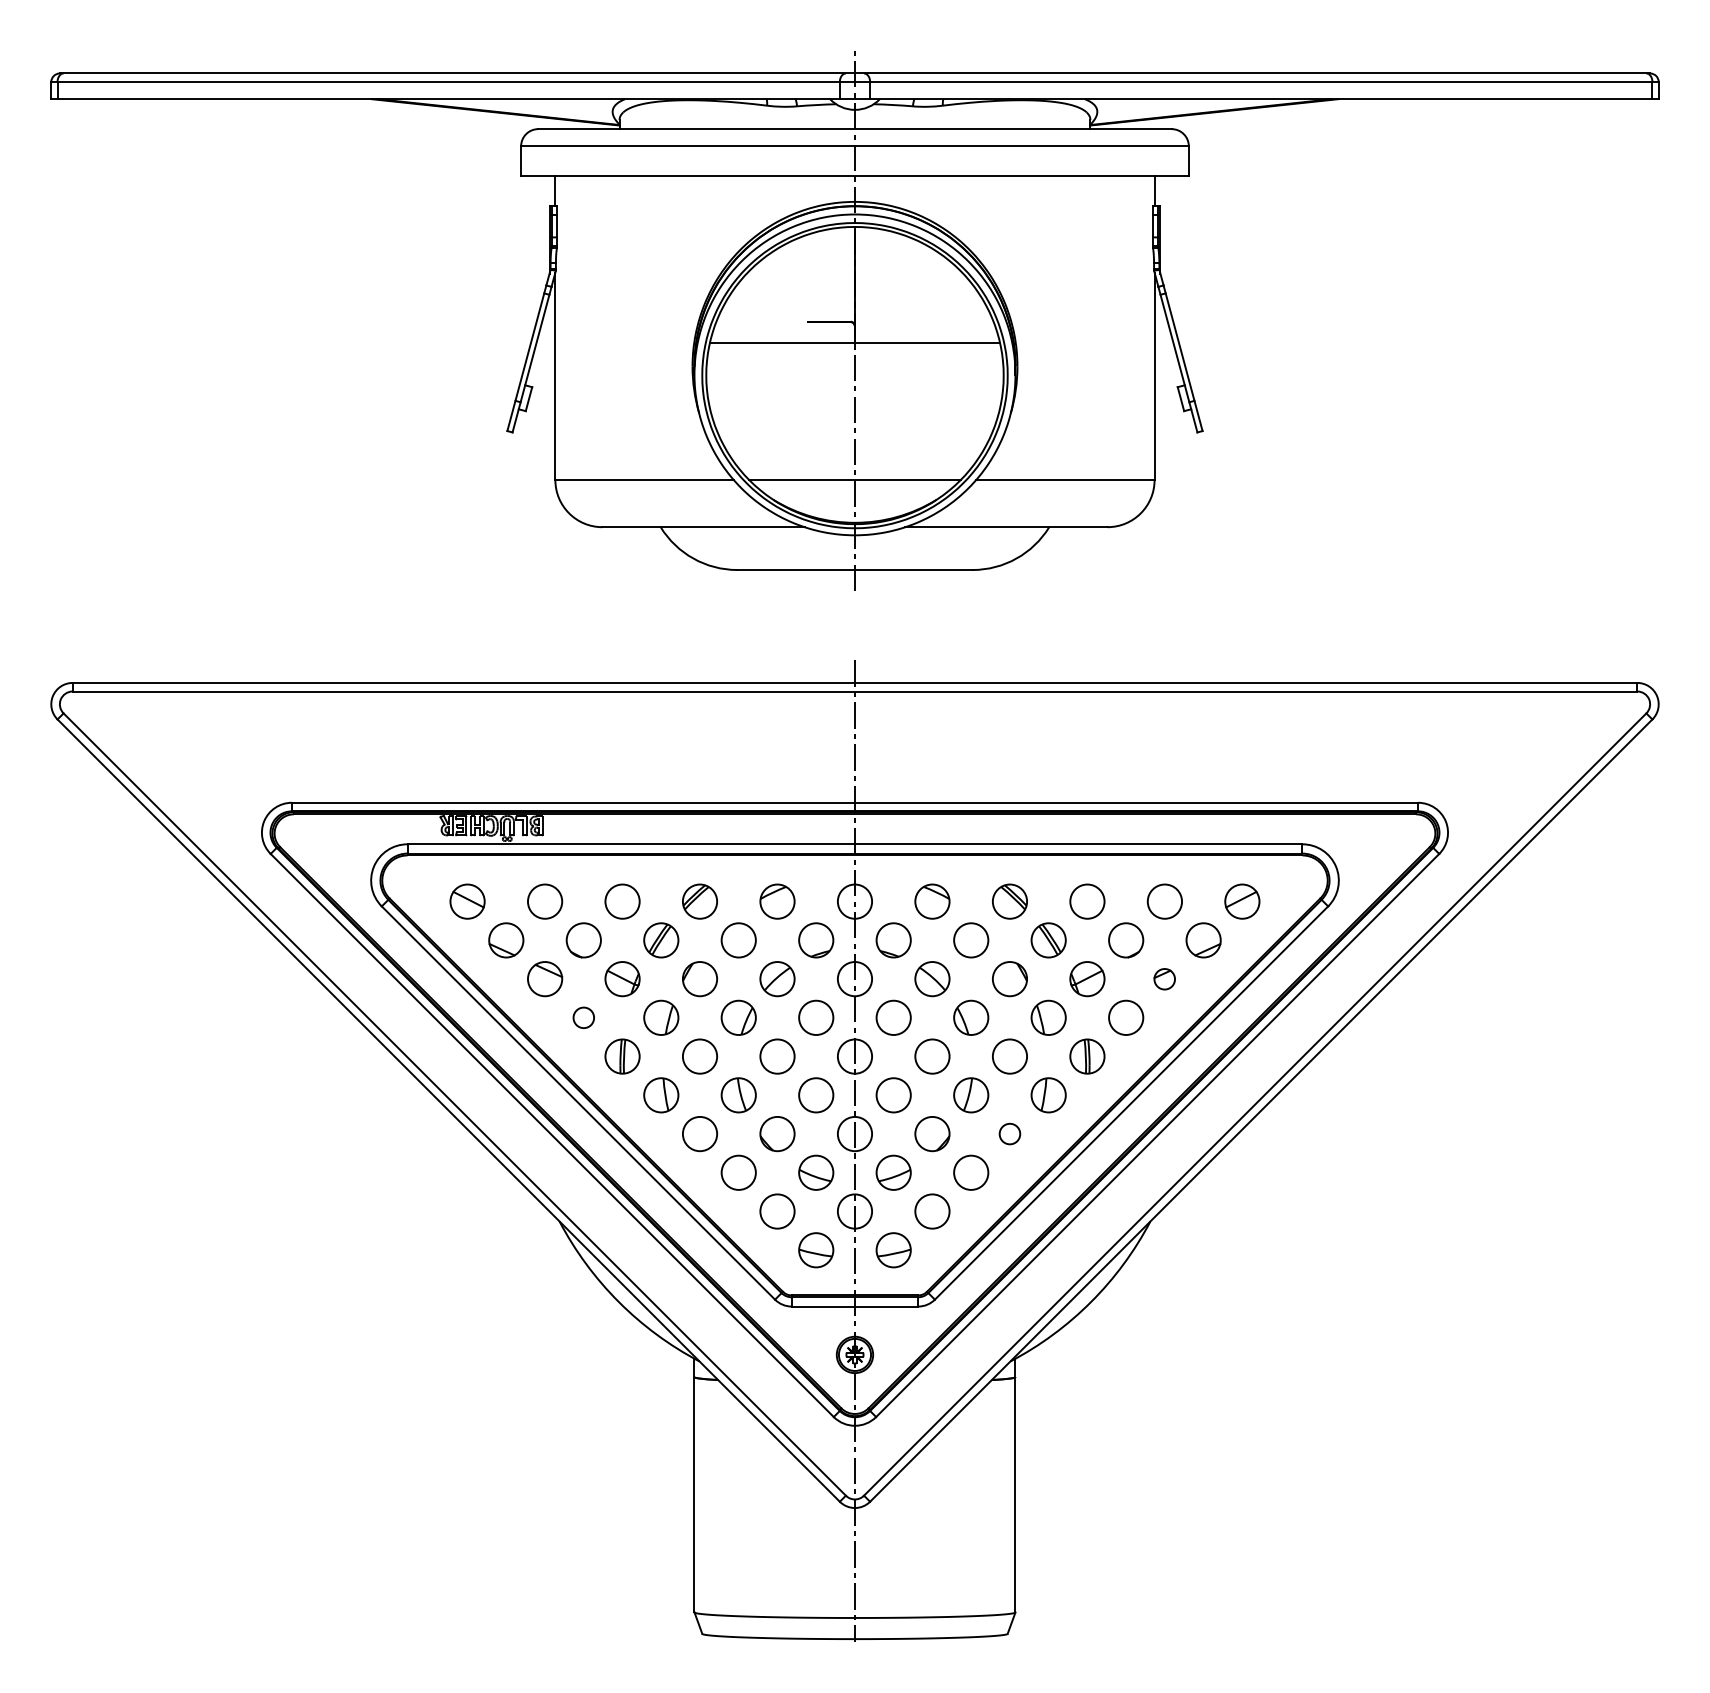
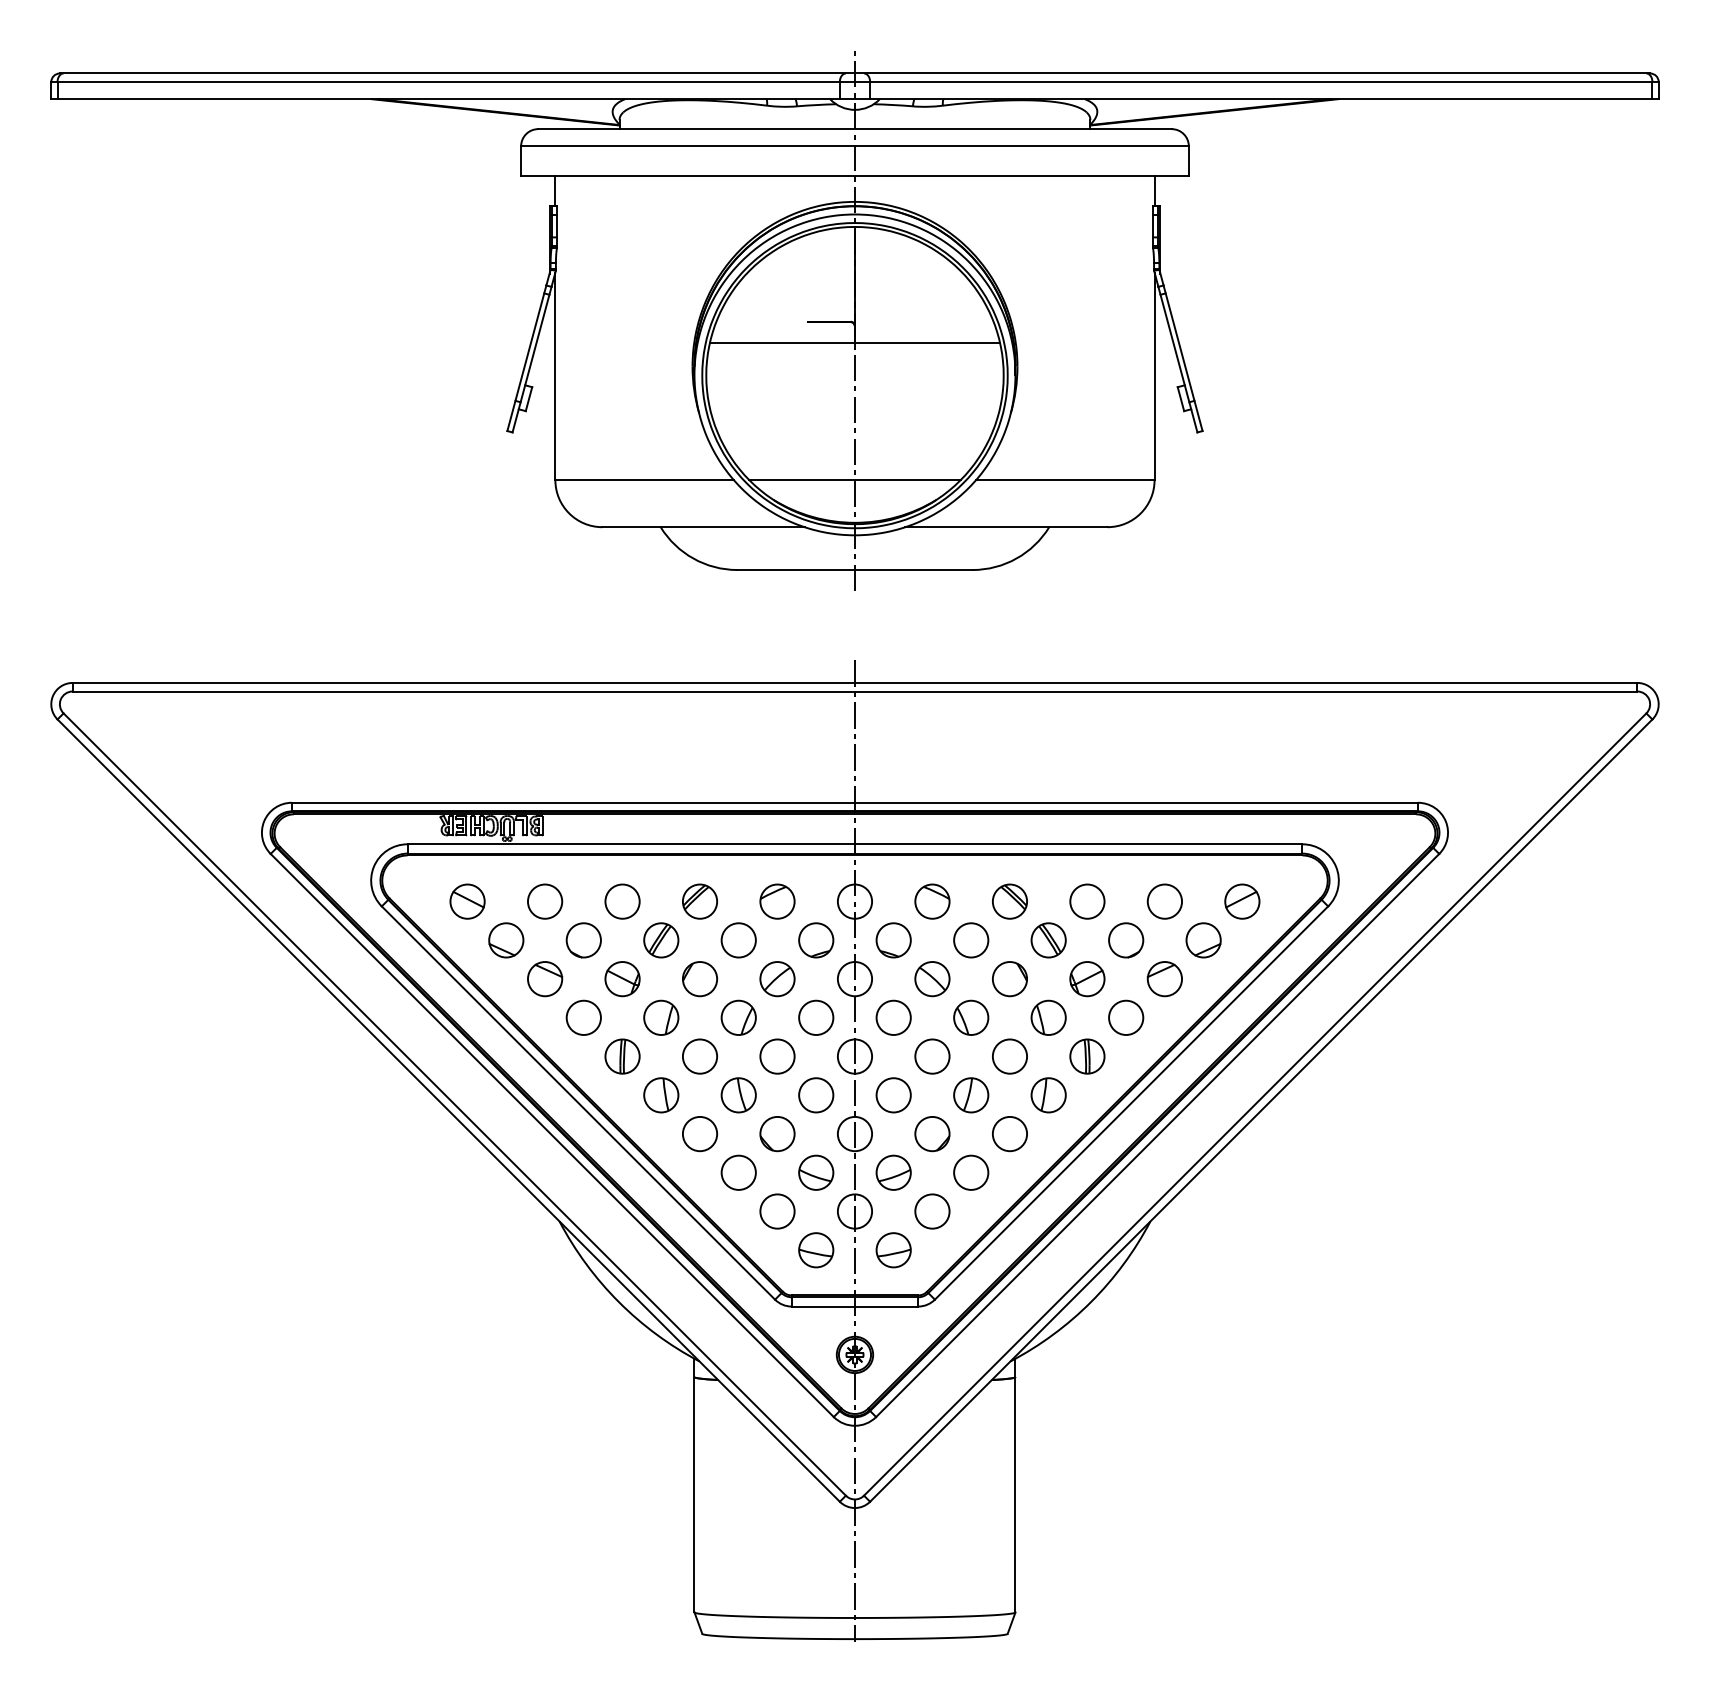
part at (1164, 979) size: 23x23 px -> 37x37 px
circle at (583, 1017) diameter: 21 px -> 34 px
circle at (1009, 1133) diameter: 21 px -> 34 px
